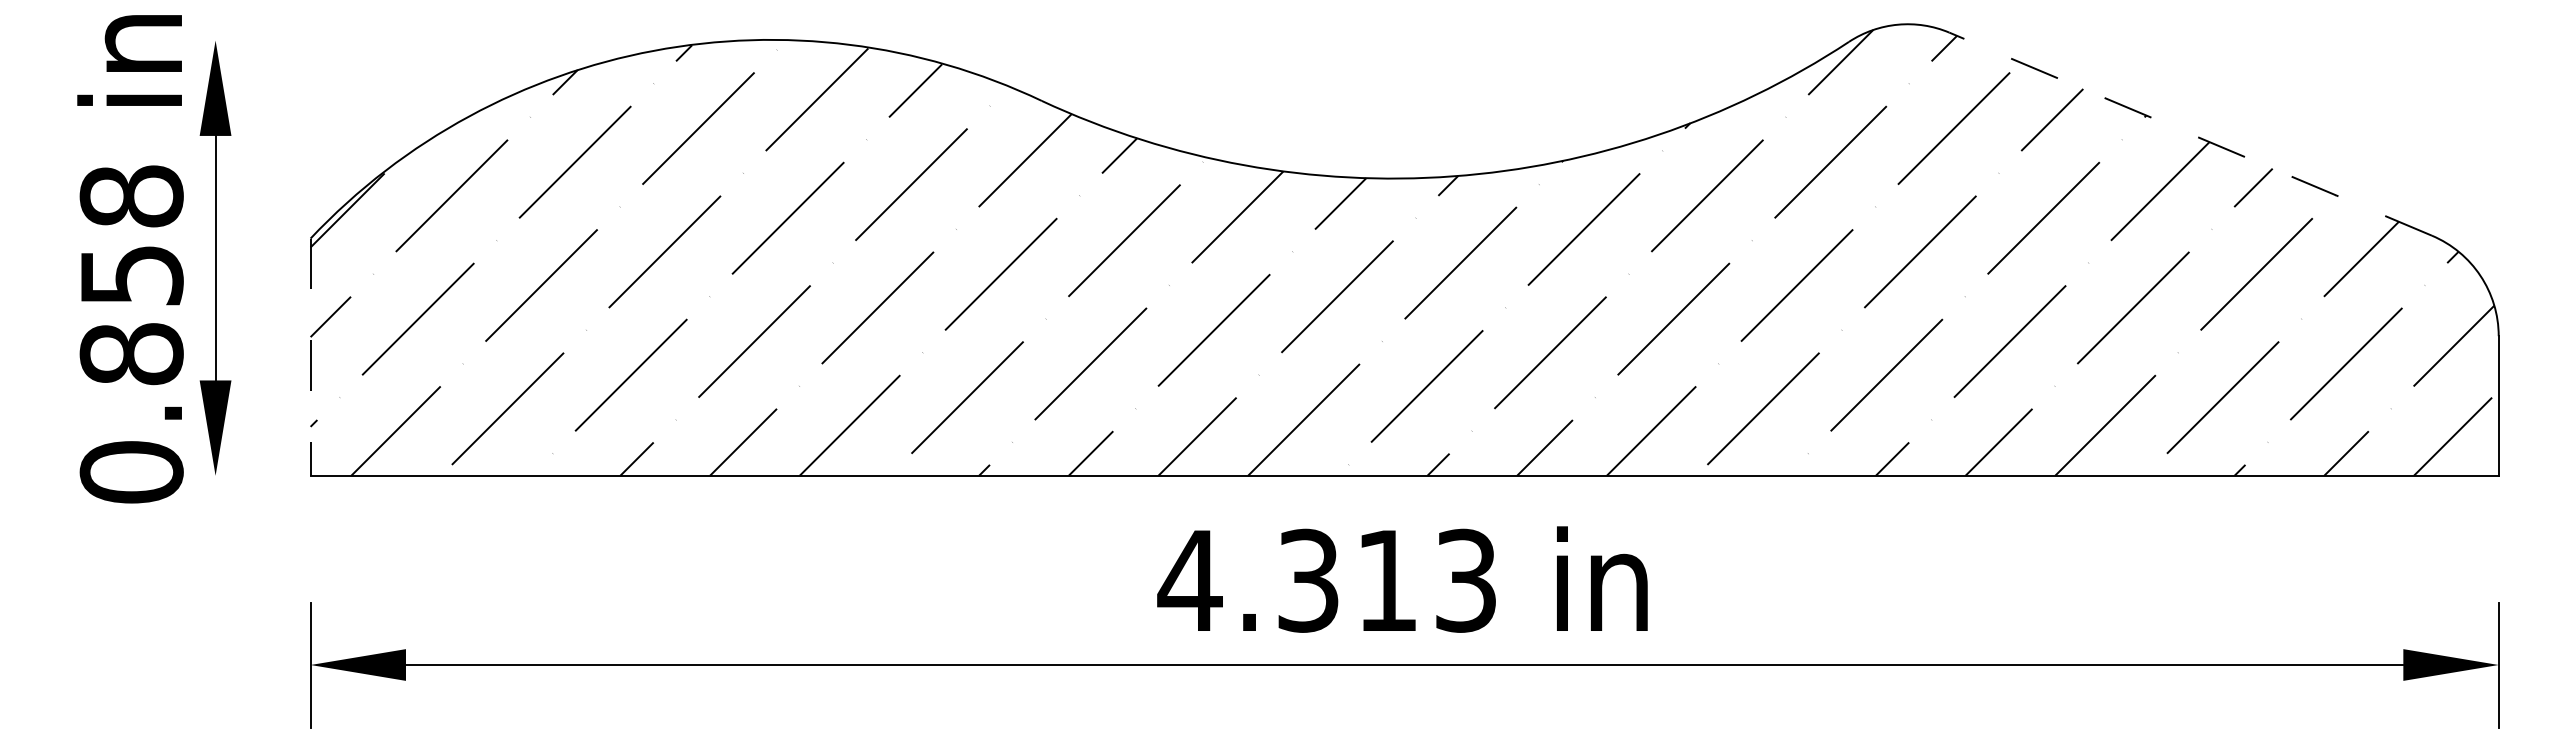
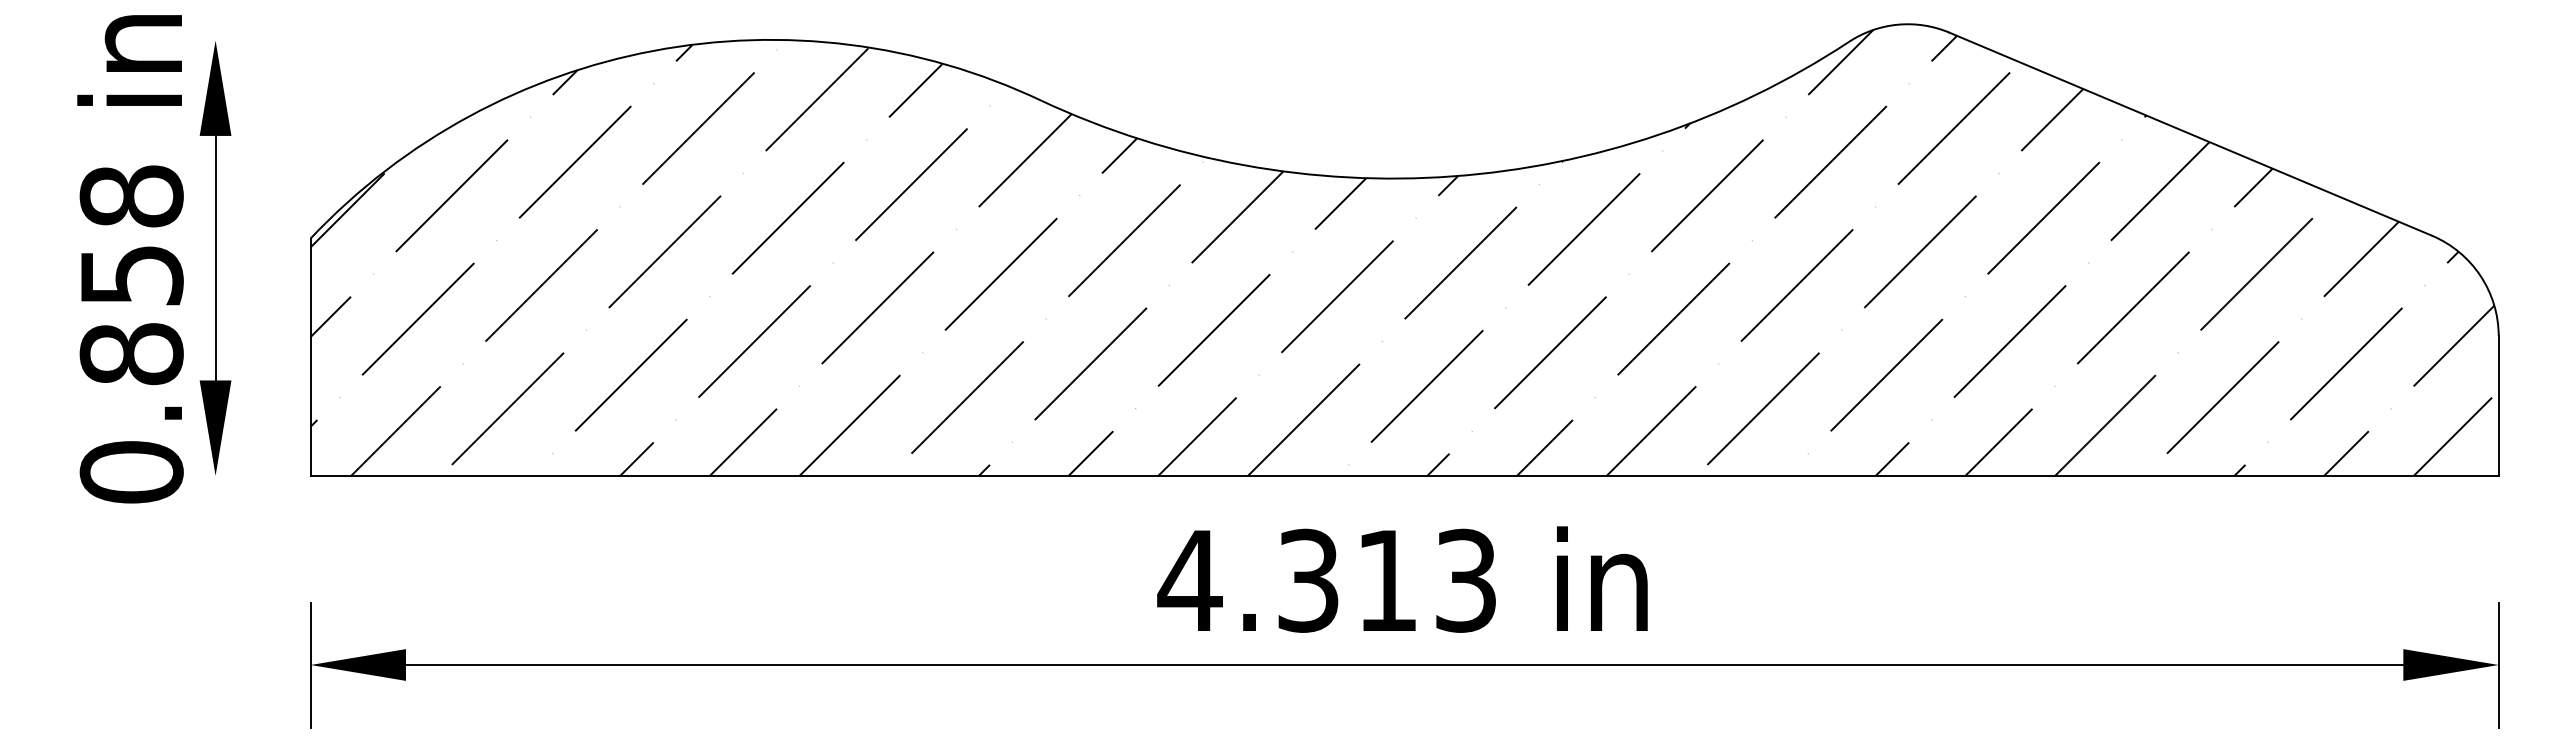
line at (2190, 134): dashed -> solid
line at (310, 357): dashed -> solid
